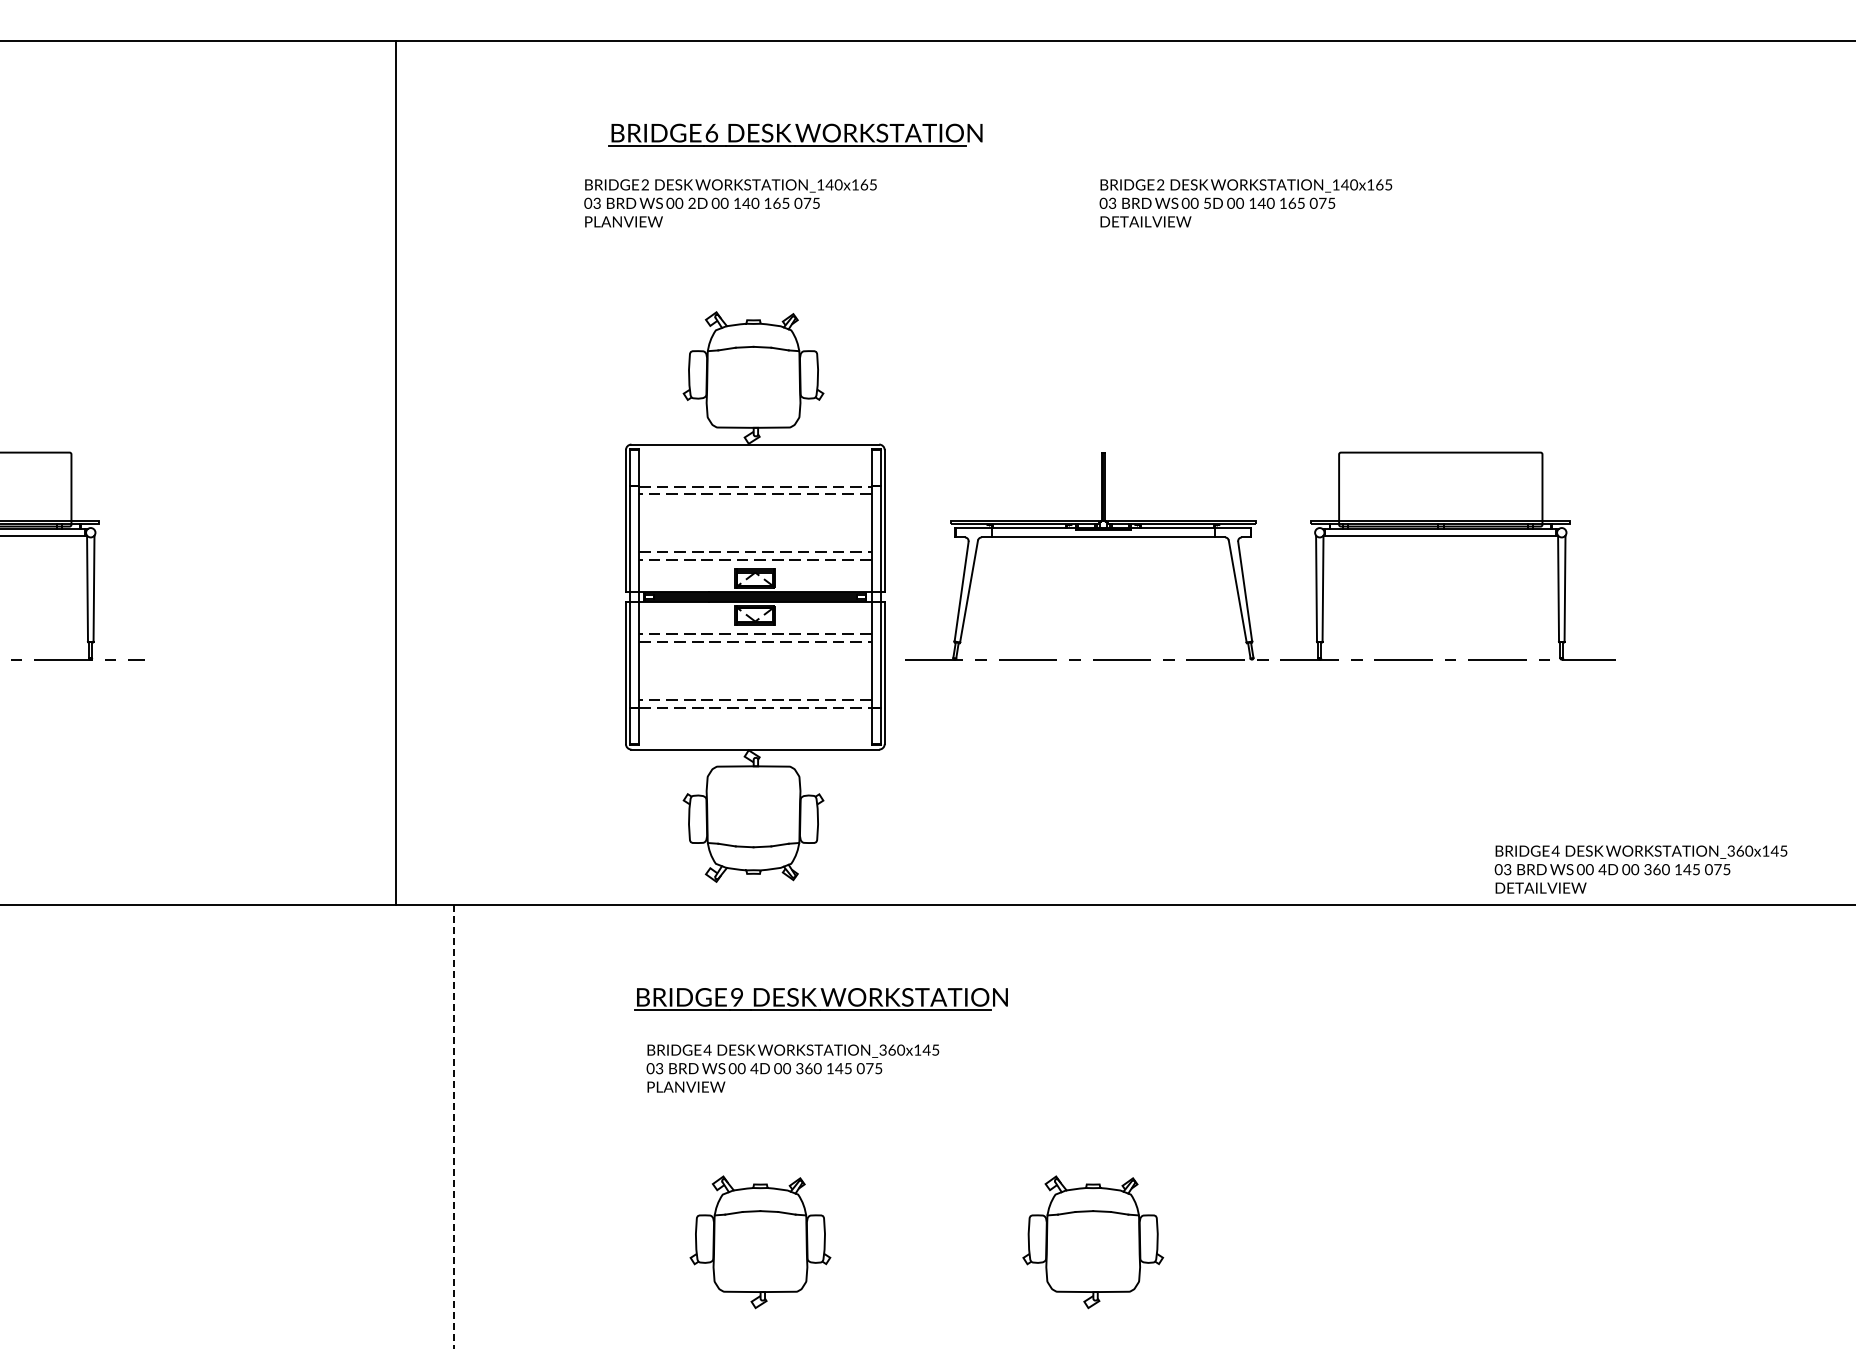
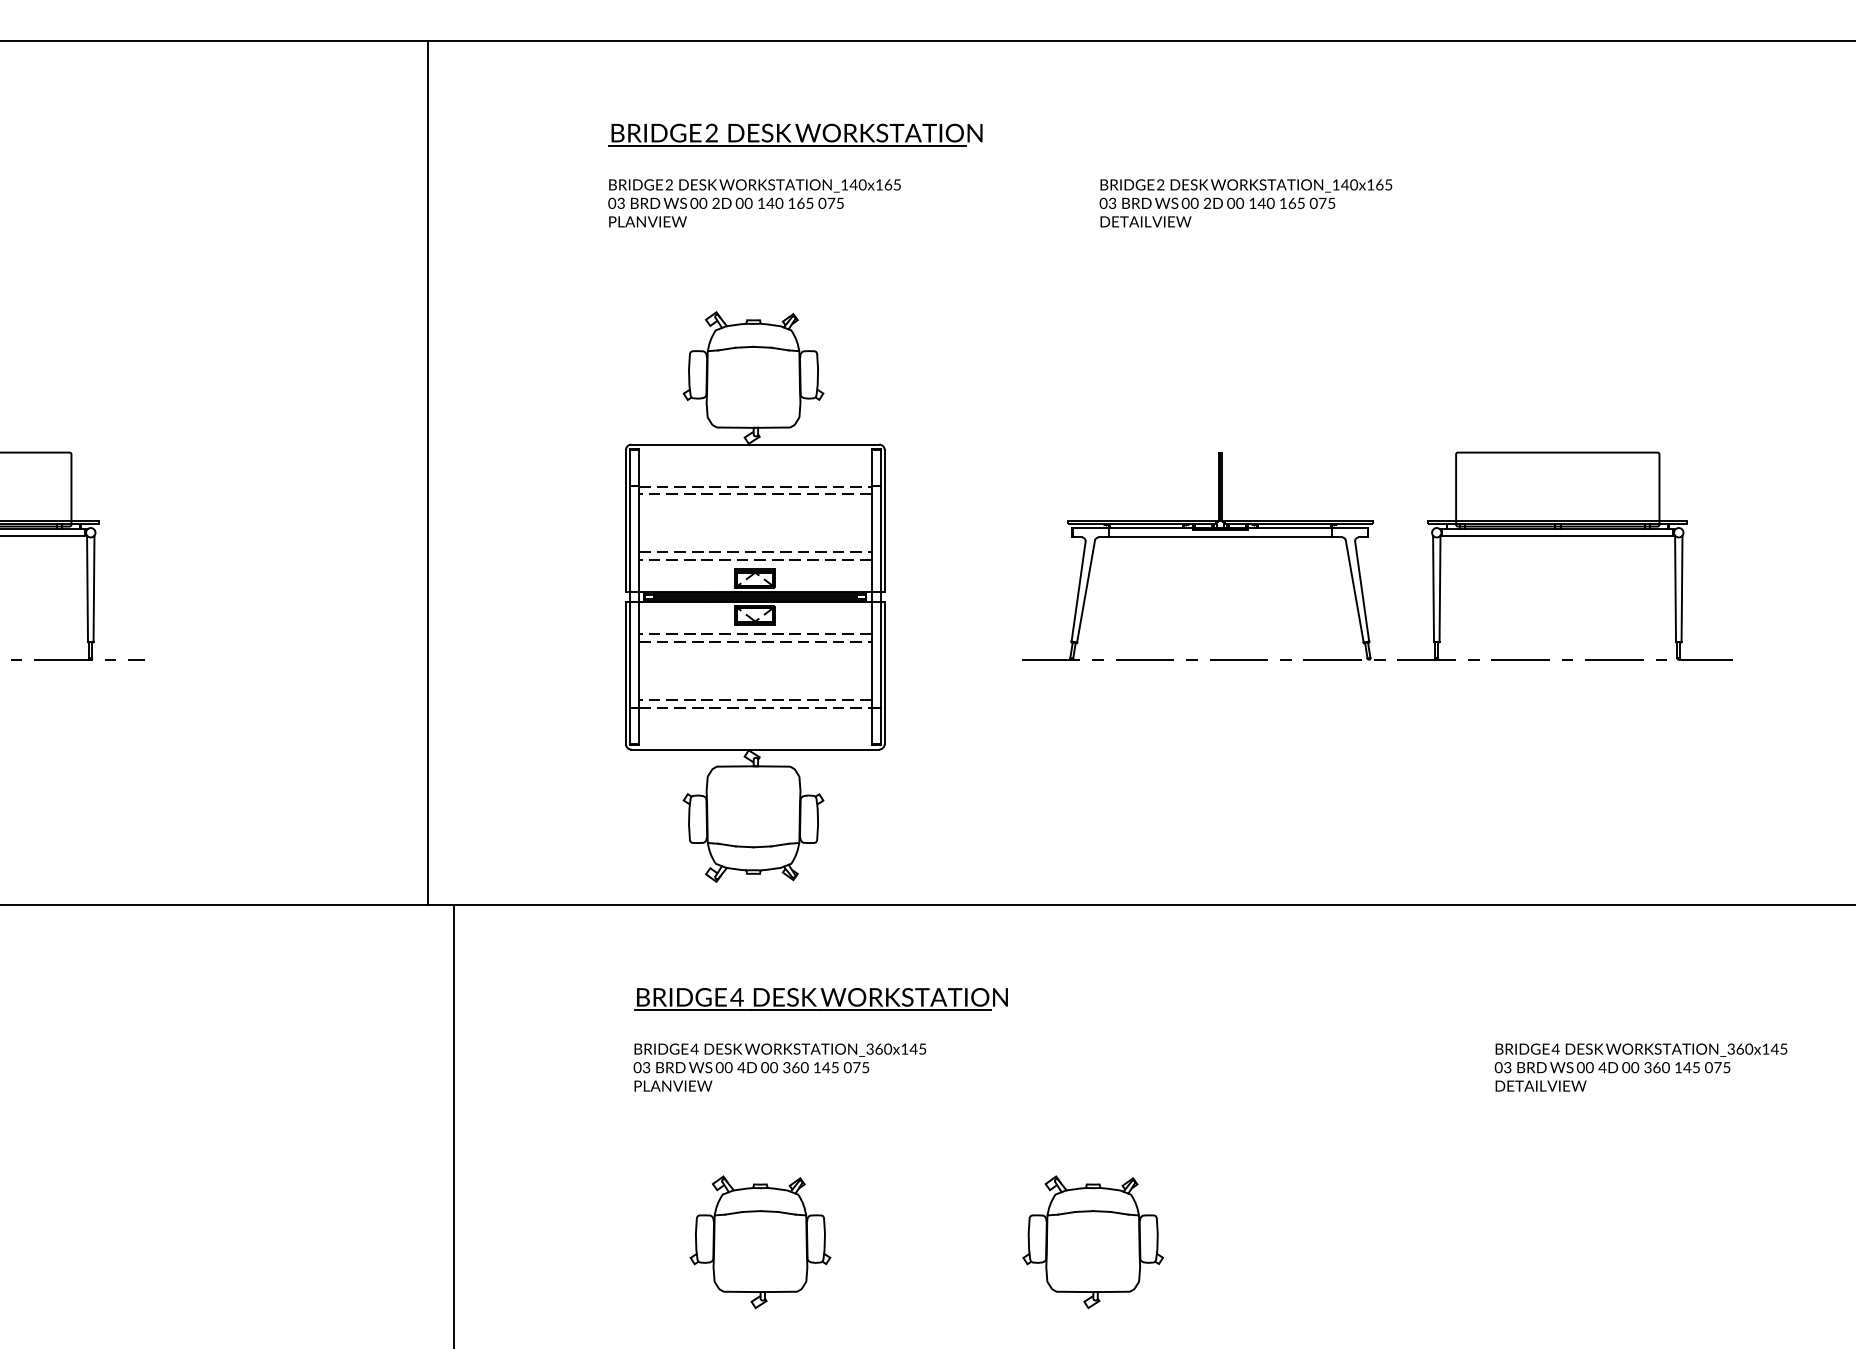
text at (711, 132): 6 -> 2
text at (1207, 202): 5D -> 2D
text at (730, 203) position: (730, 203) -> (754, 203)
line at (396, 472) position: (396, 472) -> (428, 472)
part at (1241, 556) position: (1241, 556) -> (1358, 556)
text at (1640, 869) position: (1640, 869) -> (1640, 1067)
text at (736, 997): 9 -> 4
text at (792, 1068) position: (792, 1068) -> (779, 1067)
line at (453, 1126): dashed -> solid
